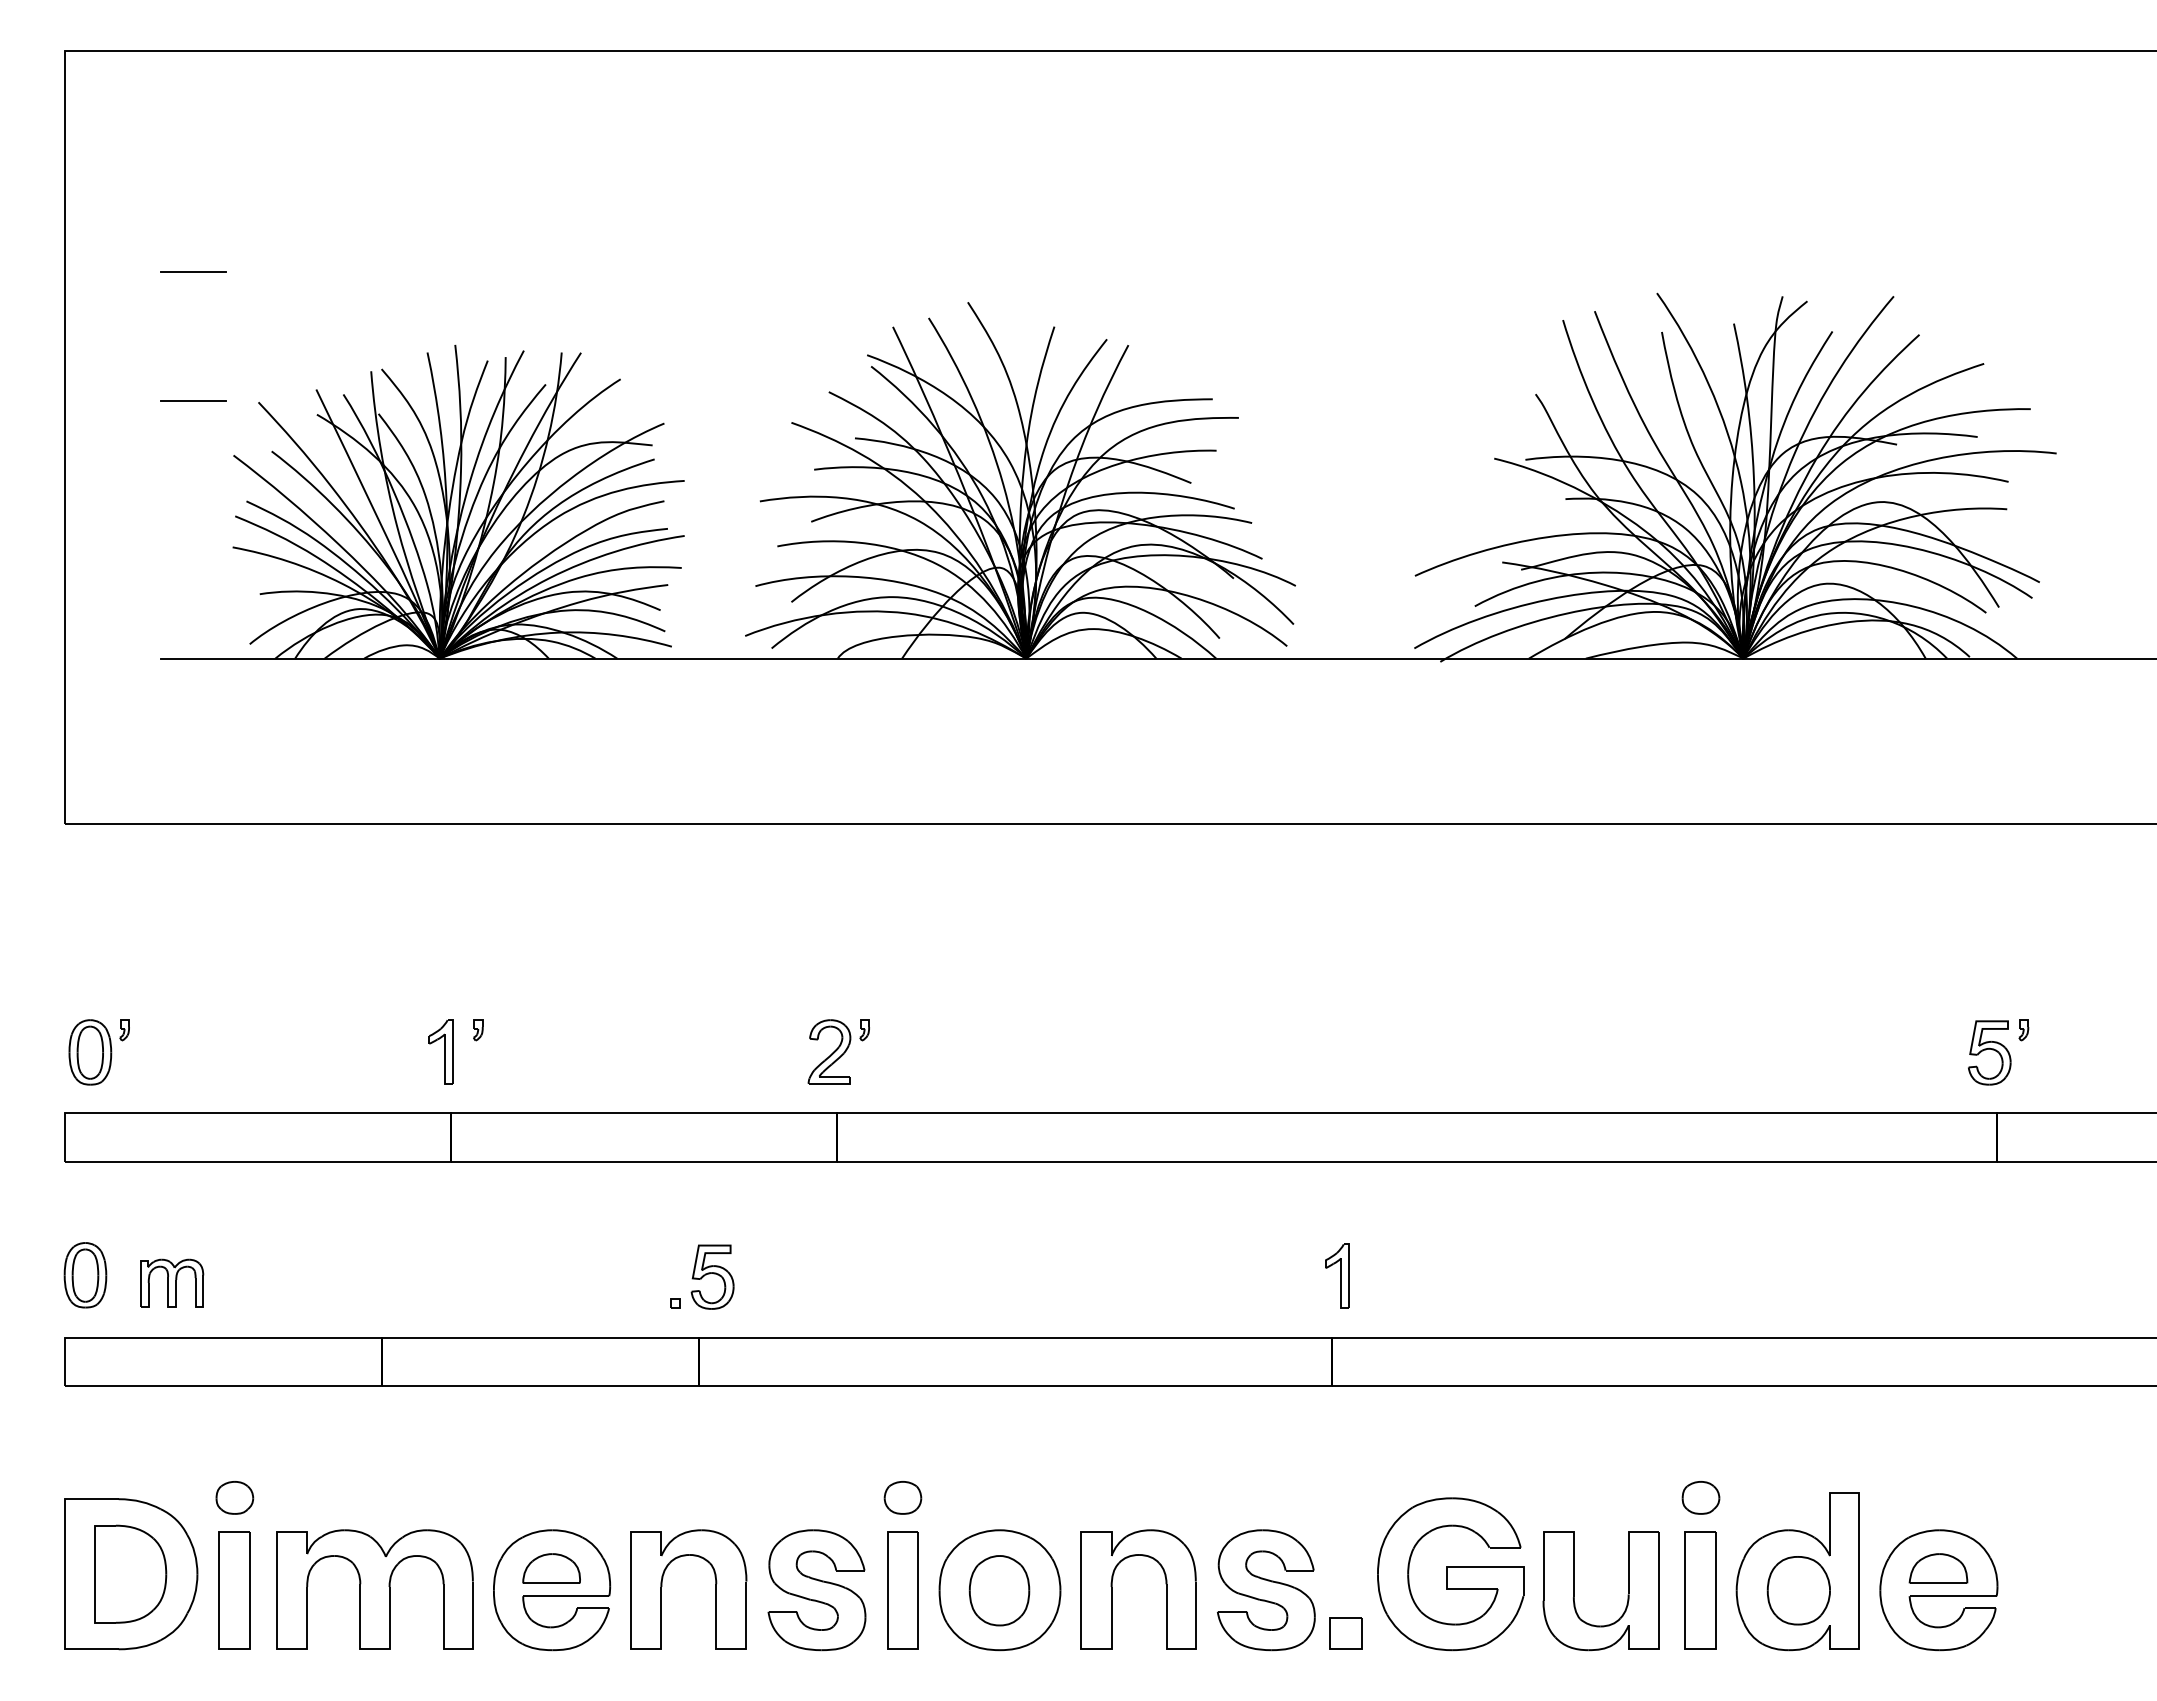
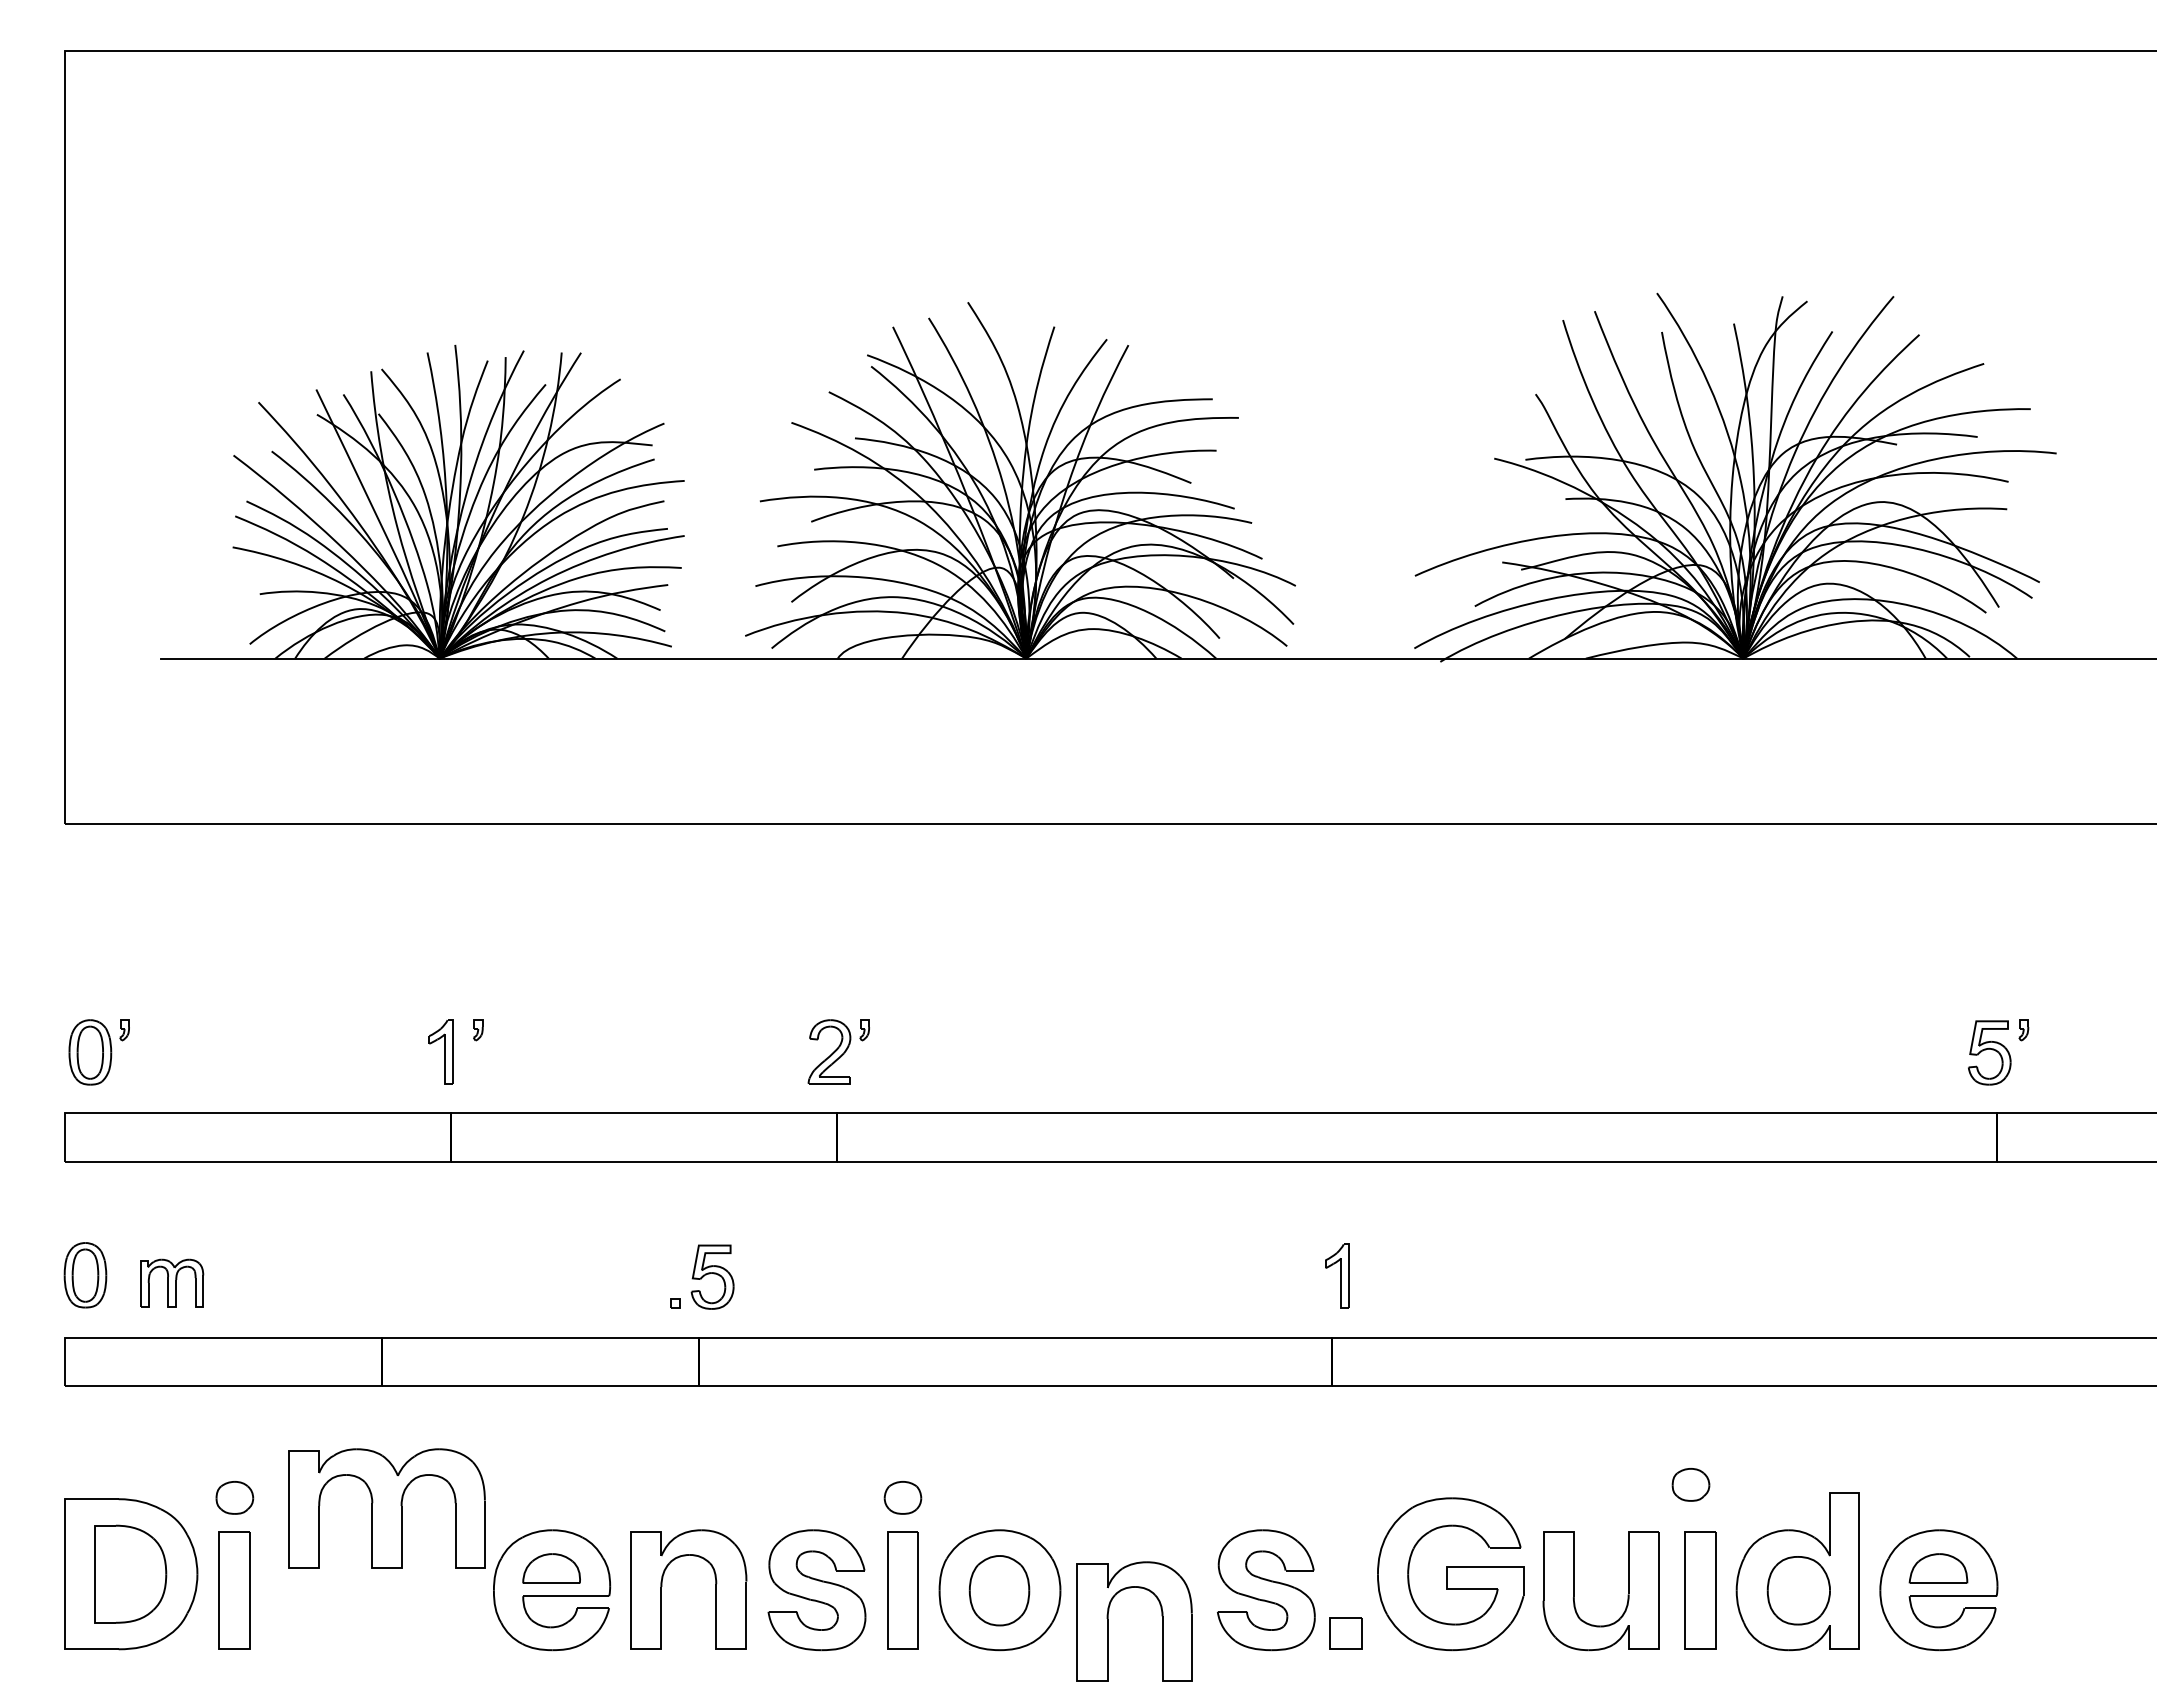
line at (193, 272): present -> none
line at (193, 401): present -> none
part at (1700, 1497) position: (1700, 1497) -> (1690, 1484)
part at (374, 1589) position: (374, 1589) -> (386, 1508)
part at (1112, 1589) position: (1112, 1589) -> (1108, 1621)
